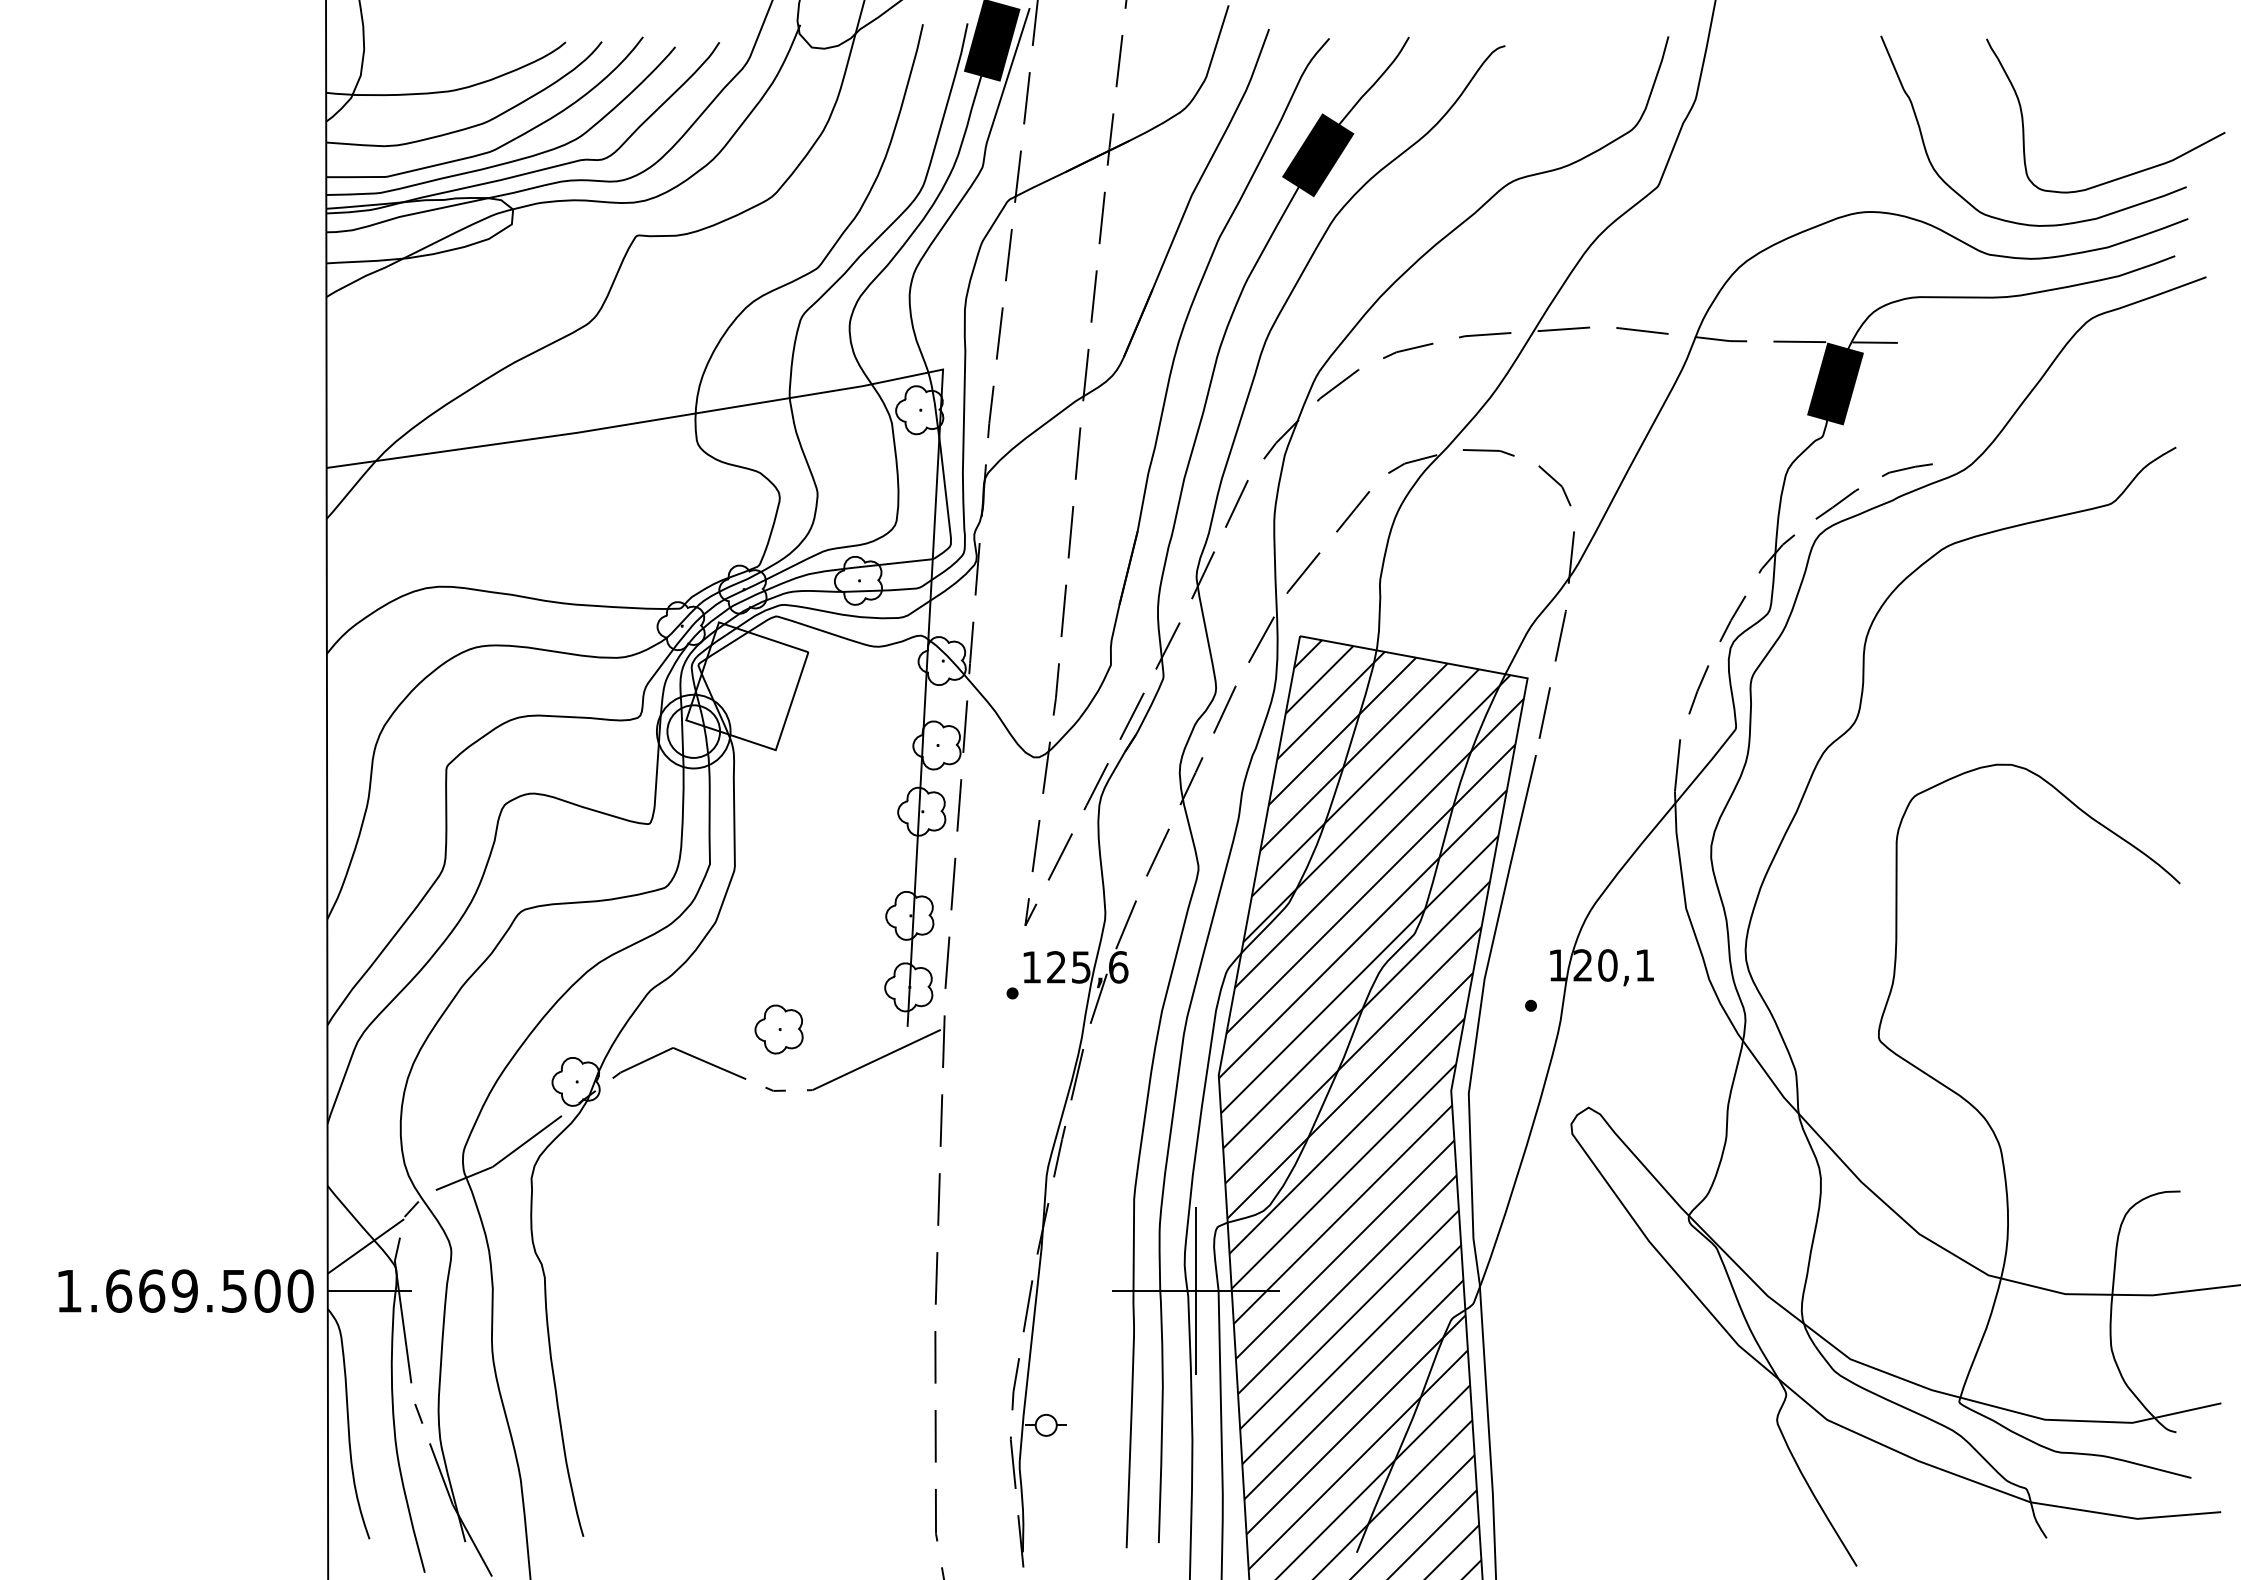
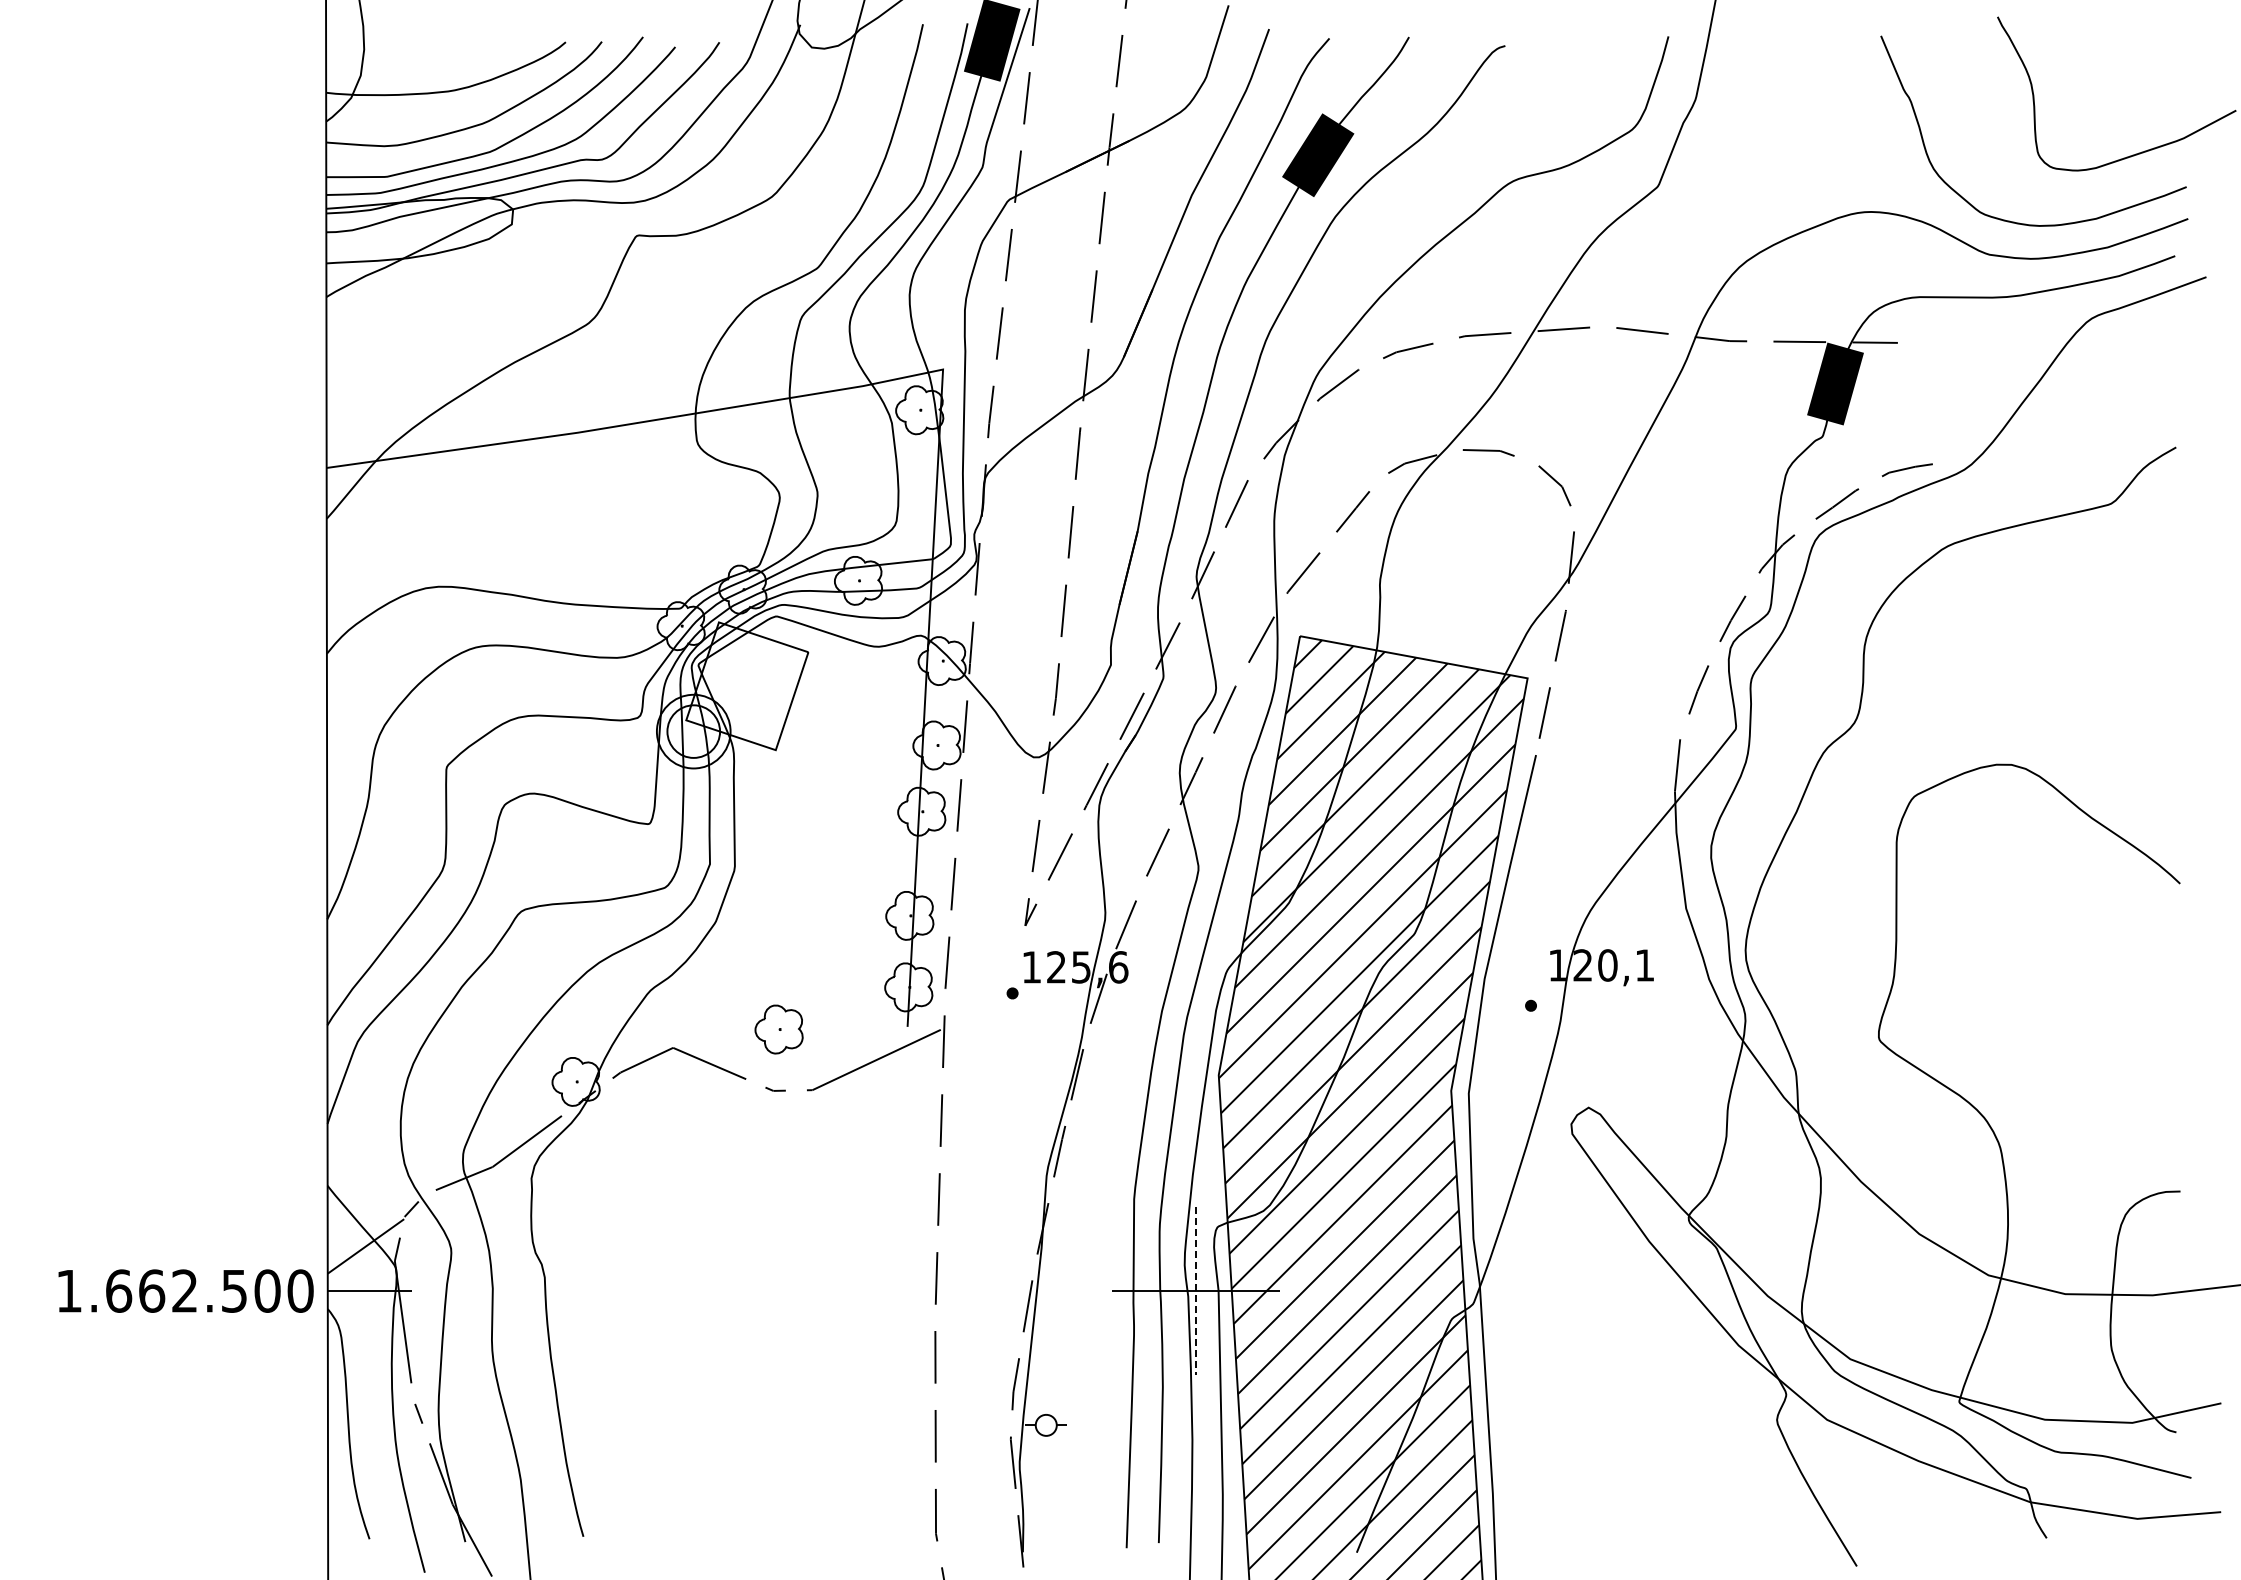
curve at (2124, 175) position: (2124, 175) -> (2135, 153)
text at (184, 1290): 1.669.500 -> 1.662.500
line at (1195, 1291): solid -> dashed
